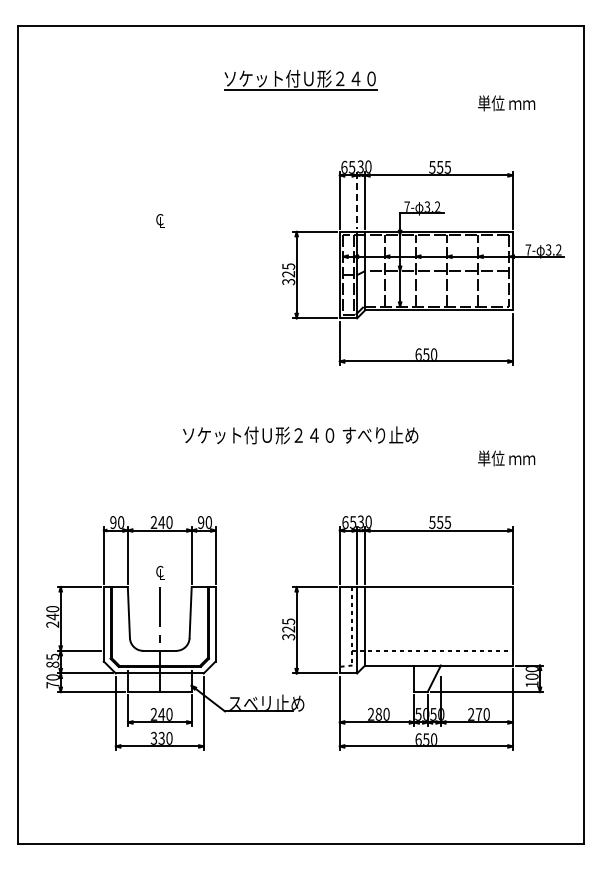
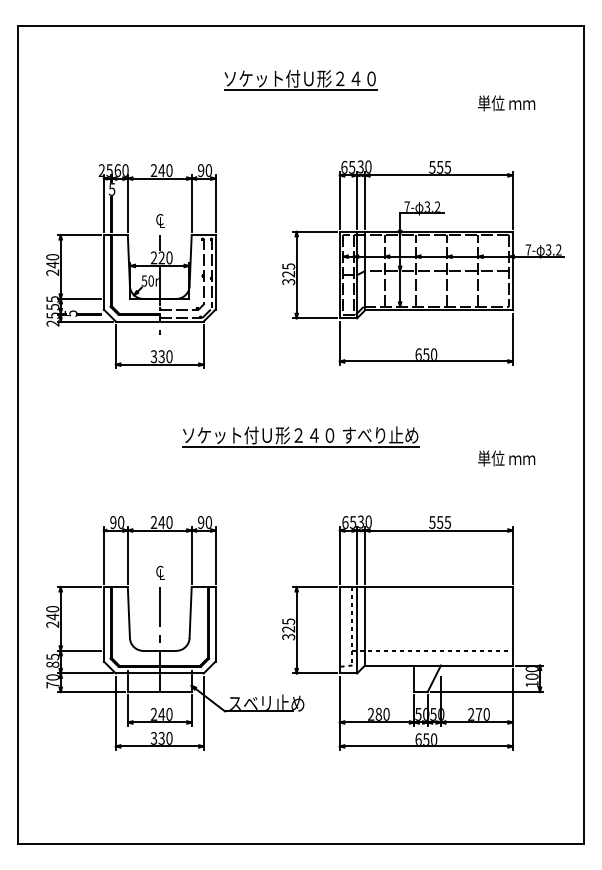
line at (357, 200): dashed -> solid
part at (131, 266): none -> present
line at (300, 447): none -> present
